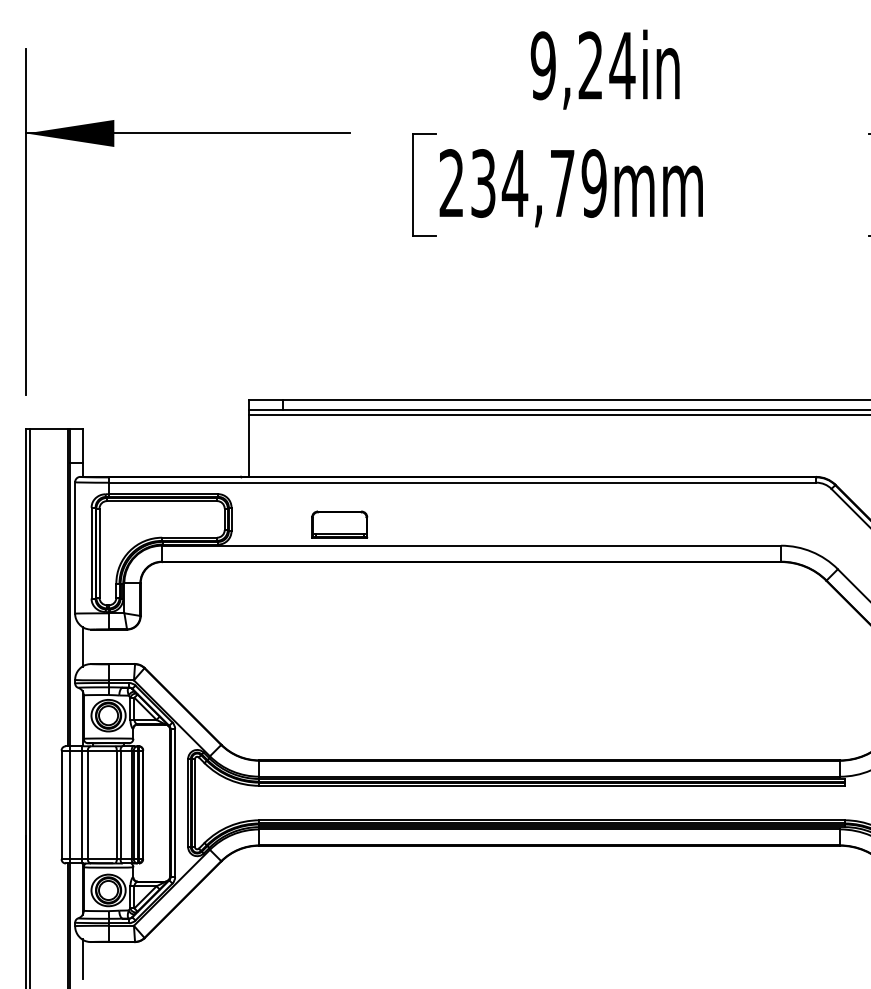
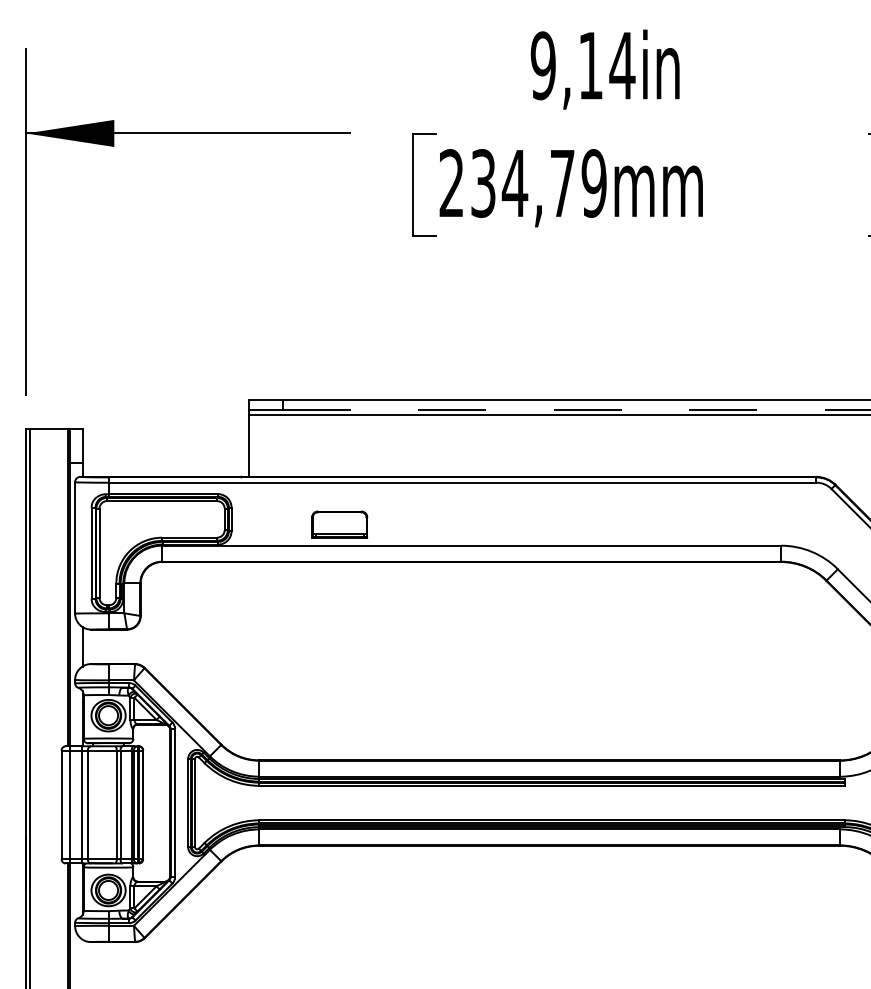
text at (590, 65): 9,24in -> 9,14in
line at (576, 410): solid -> dashed
line at (82, 959): present -> none
